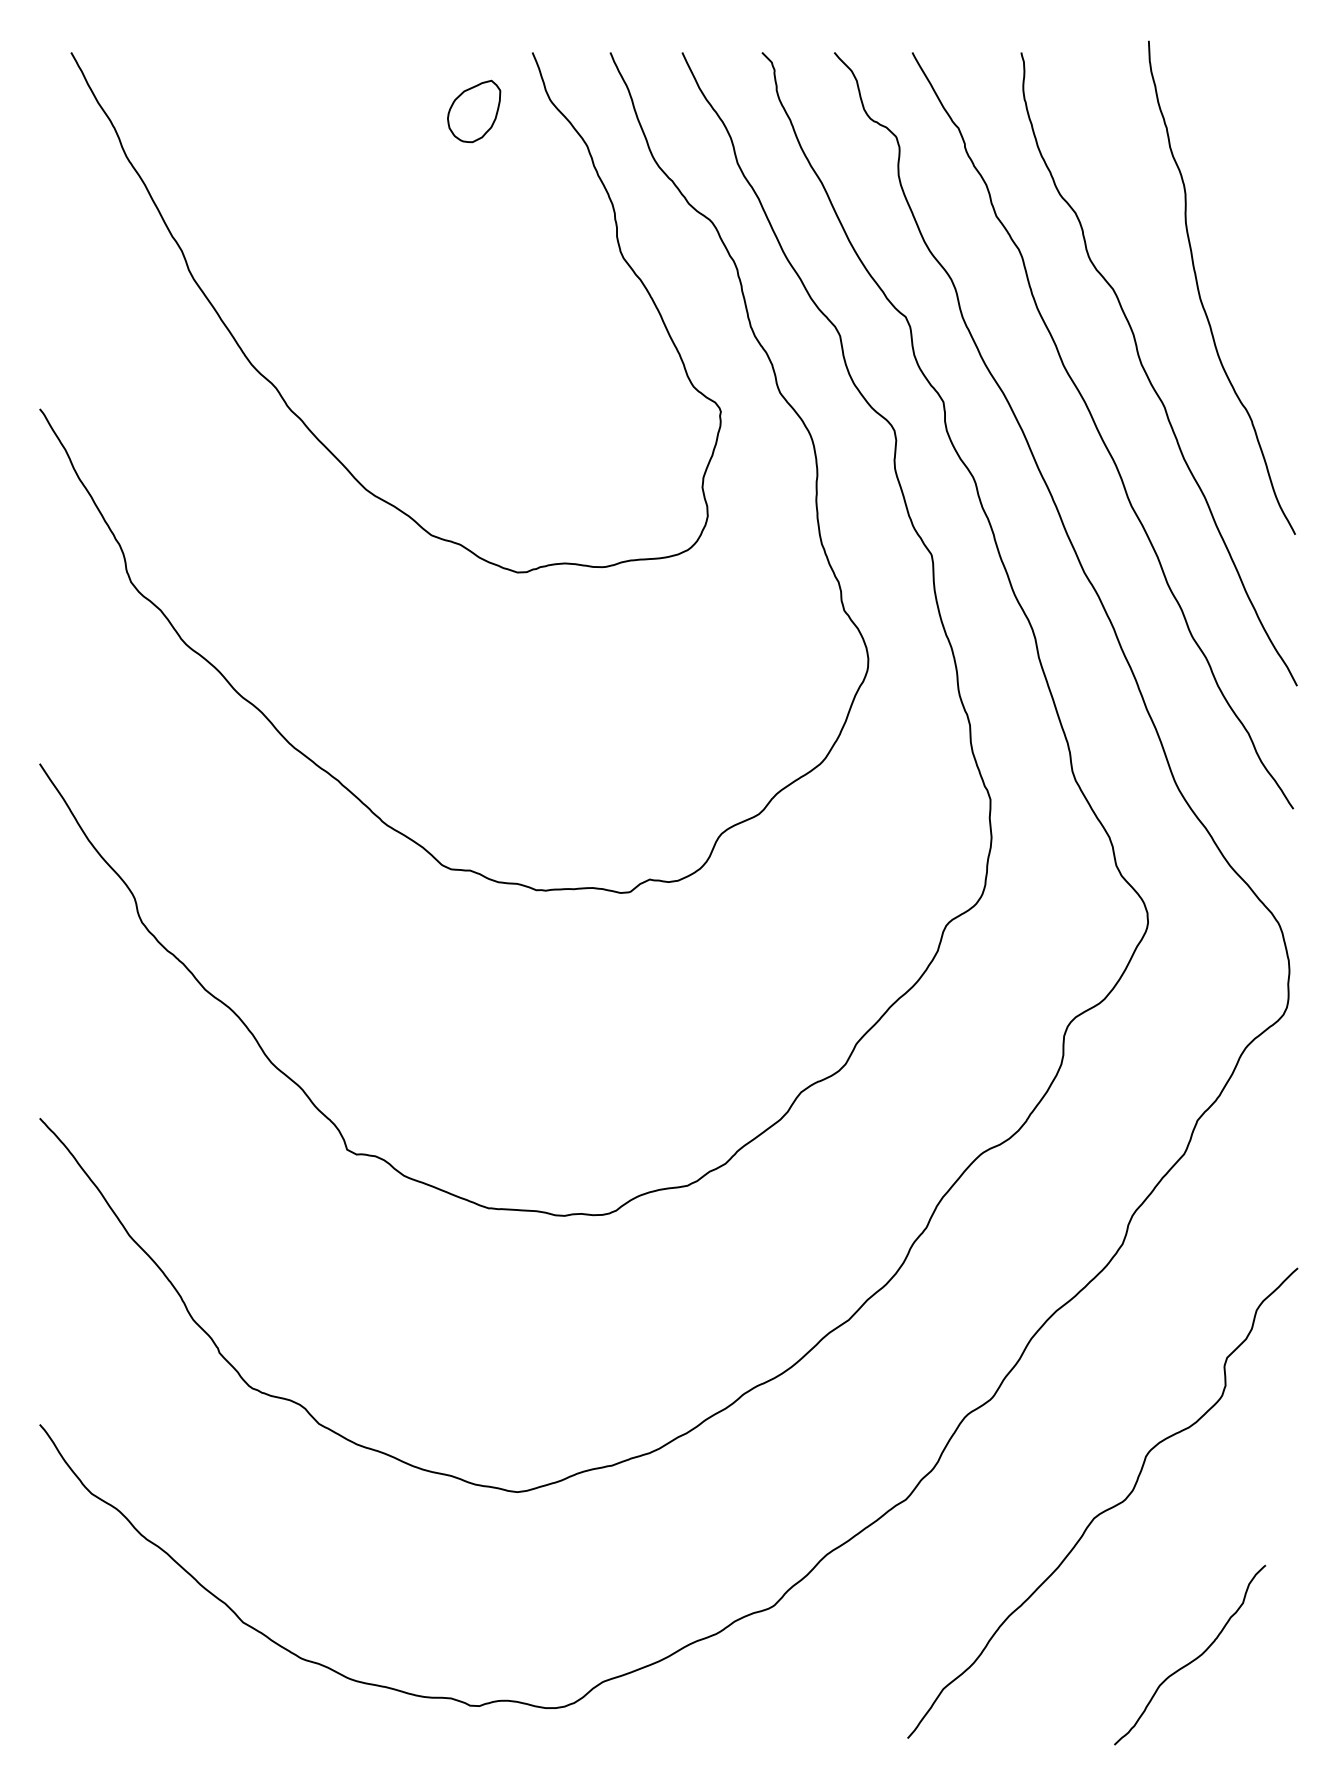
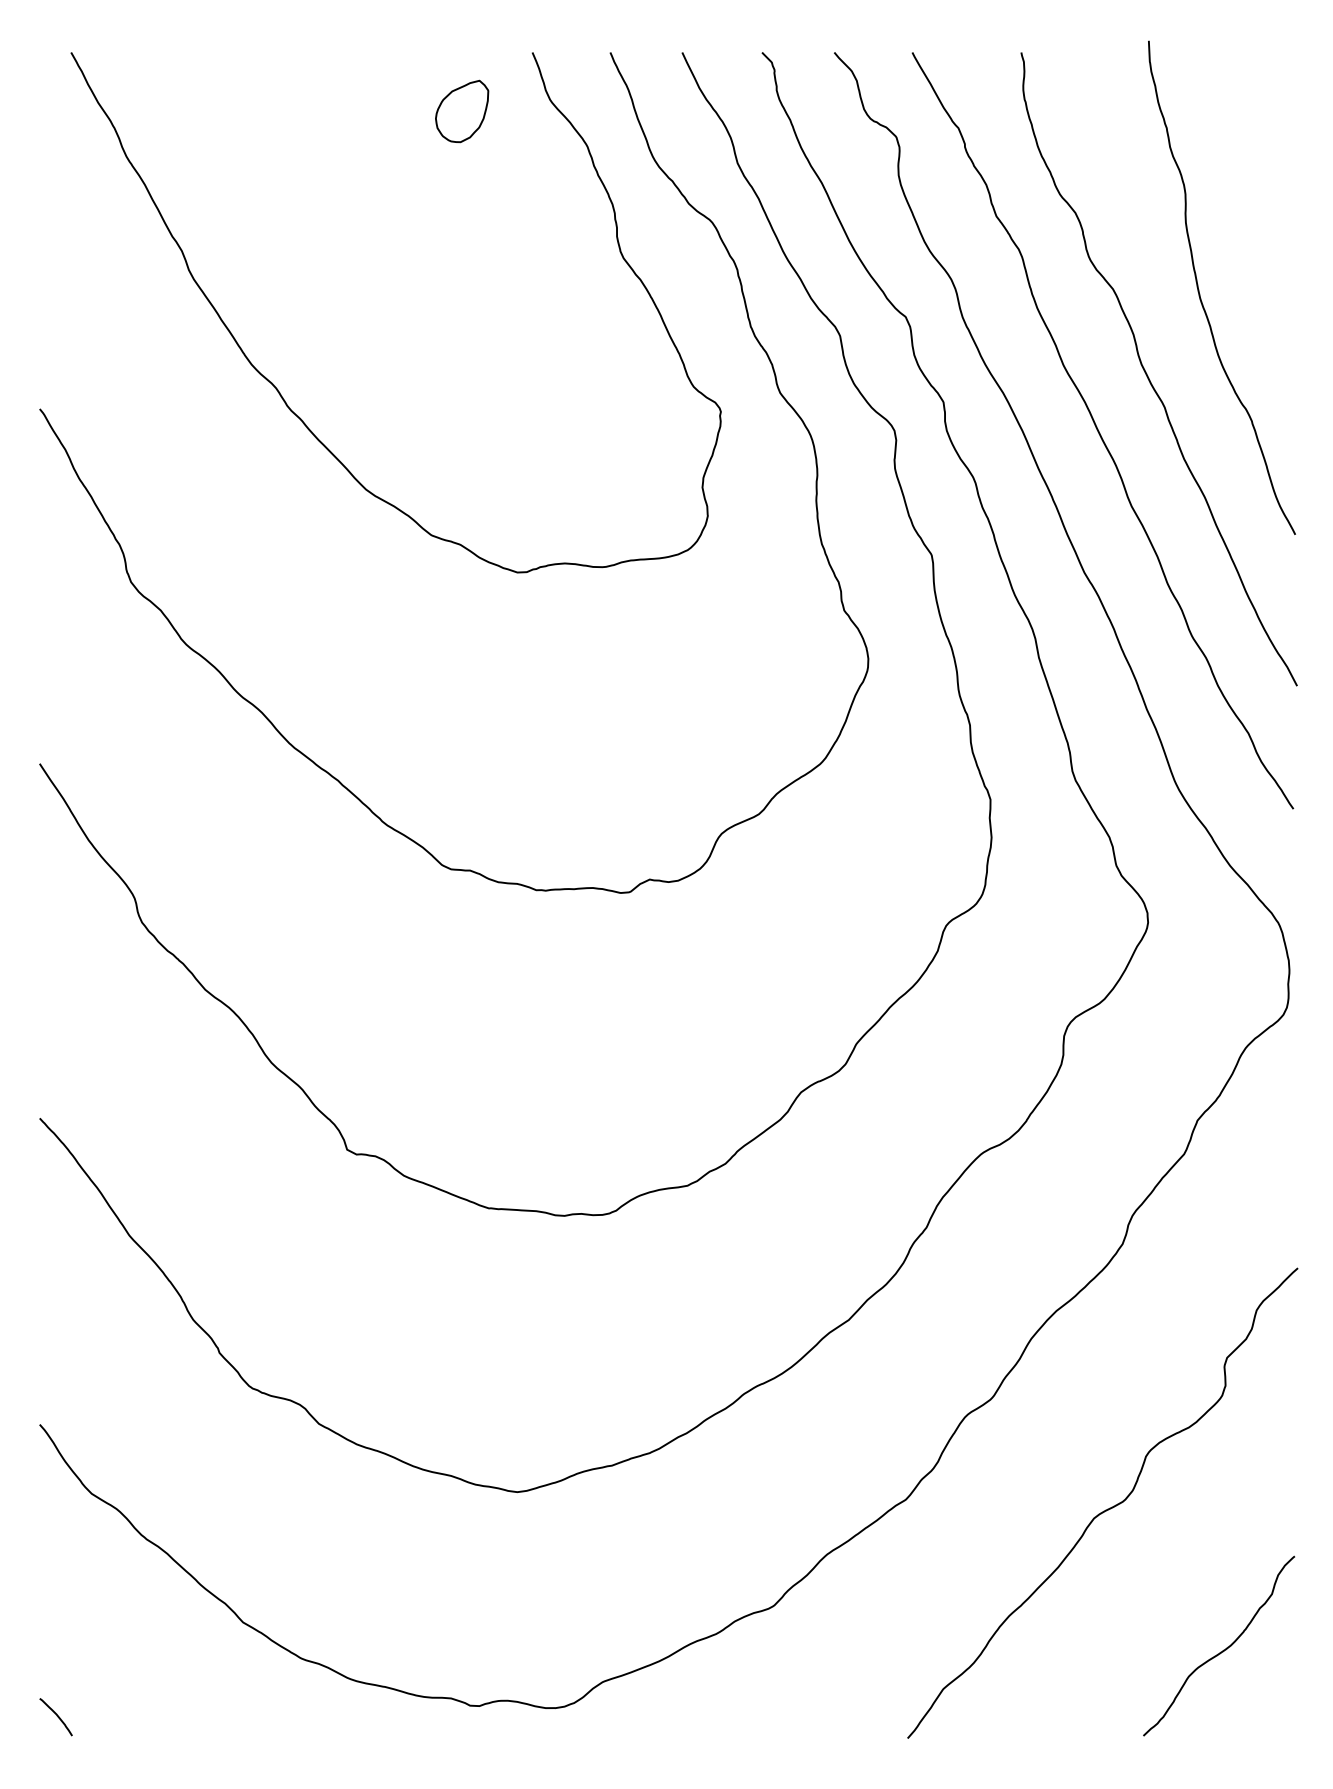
part at (474, 111) position: (474, 111) -> (462, 111)
curve at (1191, 1660) position: (1191, 1660) -> (1220, 1651)
curve at (56, 1716): none -> present
